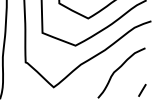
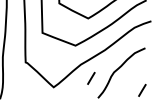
line at (91, 77): none -> present
